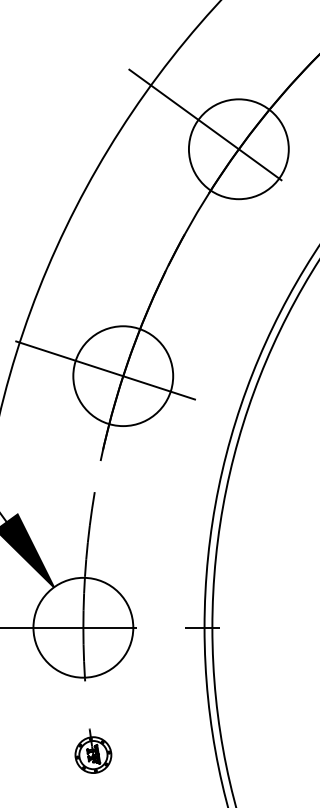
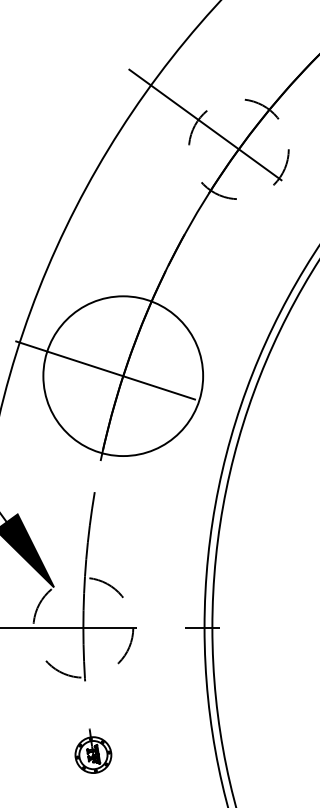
circle at (238, 149): solid -> dashed
circle at (123, 376) diameter: 100 px -> 160 px
circle at (83, 627): solid -> dashed
